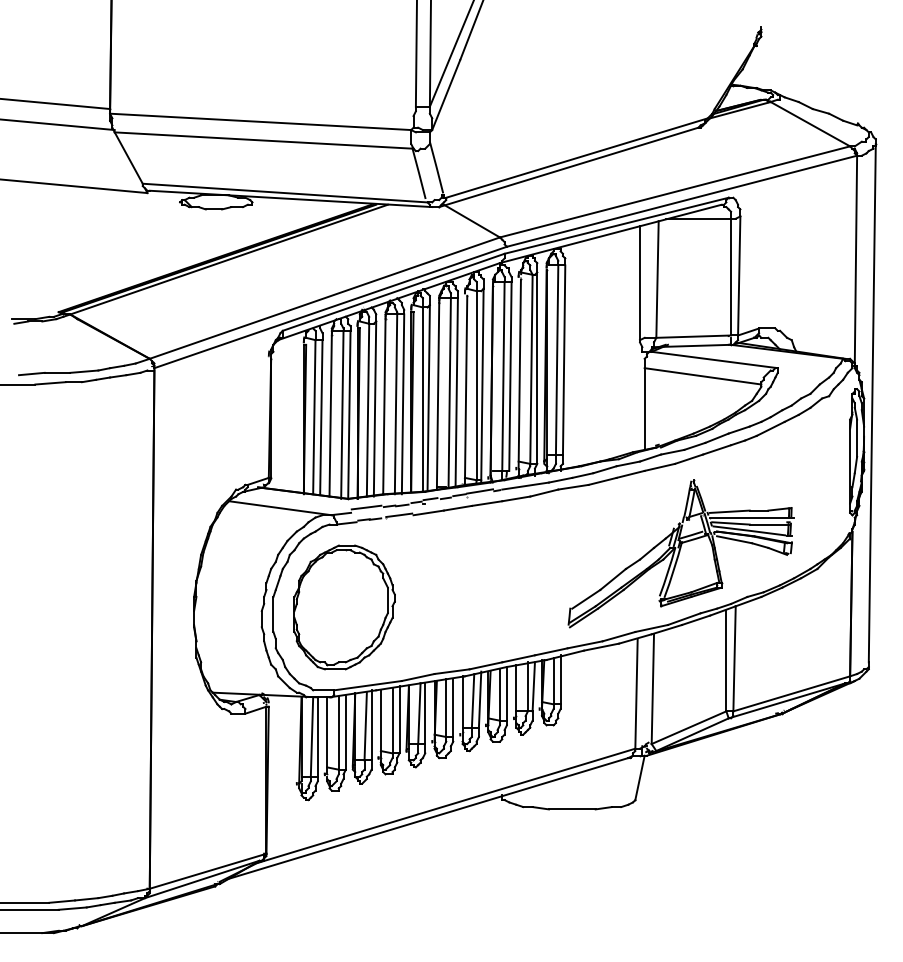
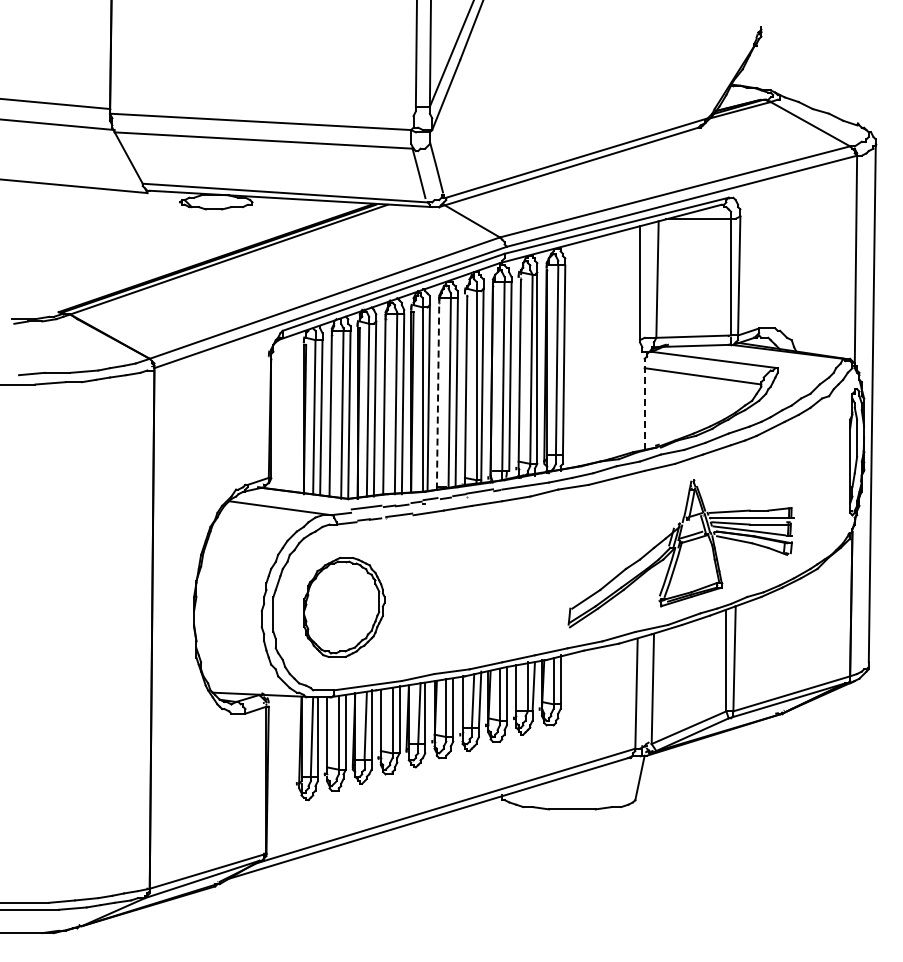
line at (438, 395): solid -> dashed
line at (644, 404): solid -> dashed
part at (344, 607) size: 103x127 px -> 83x101 px
